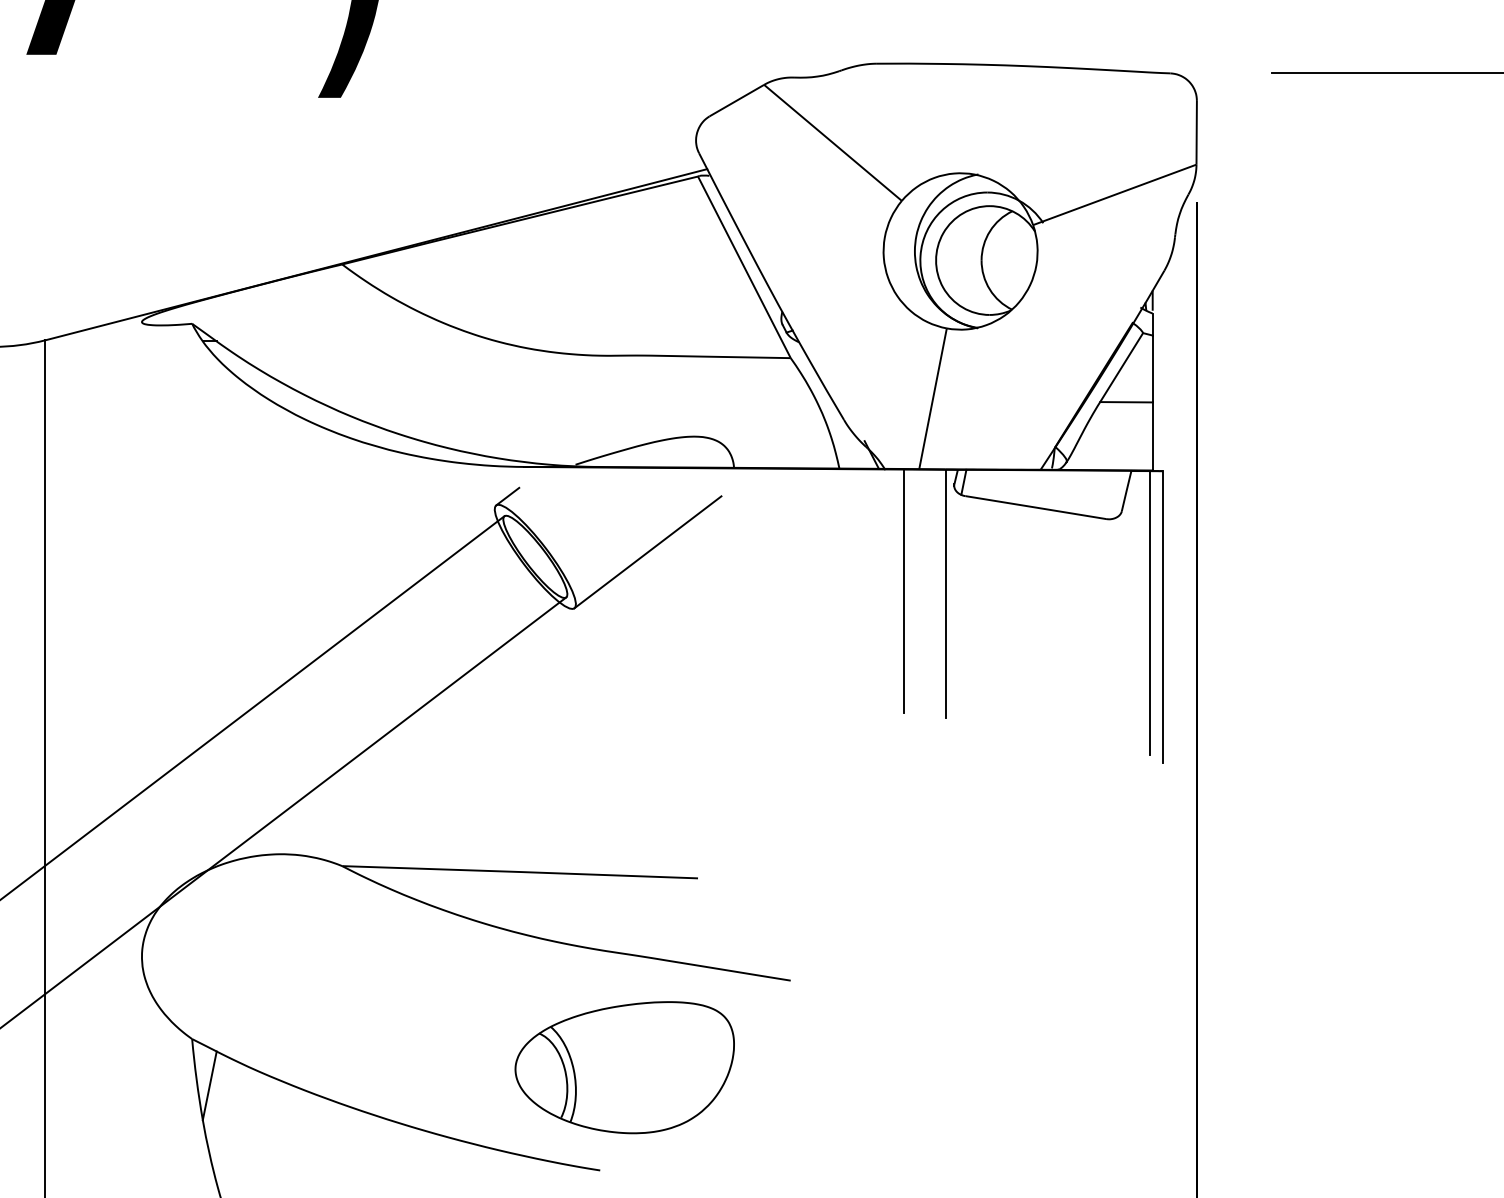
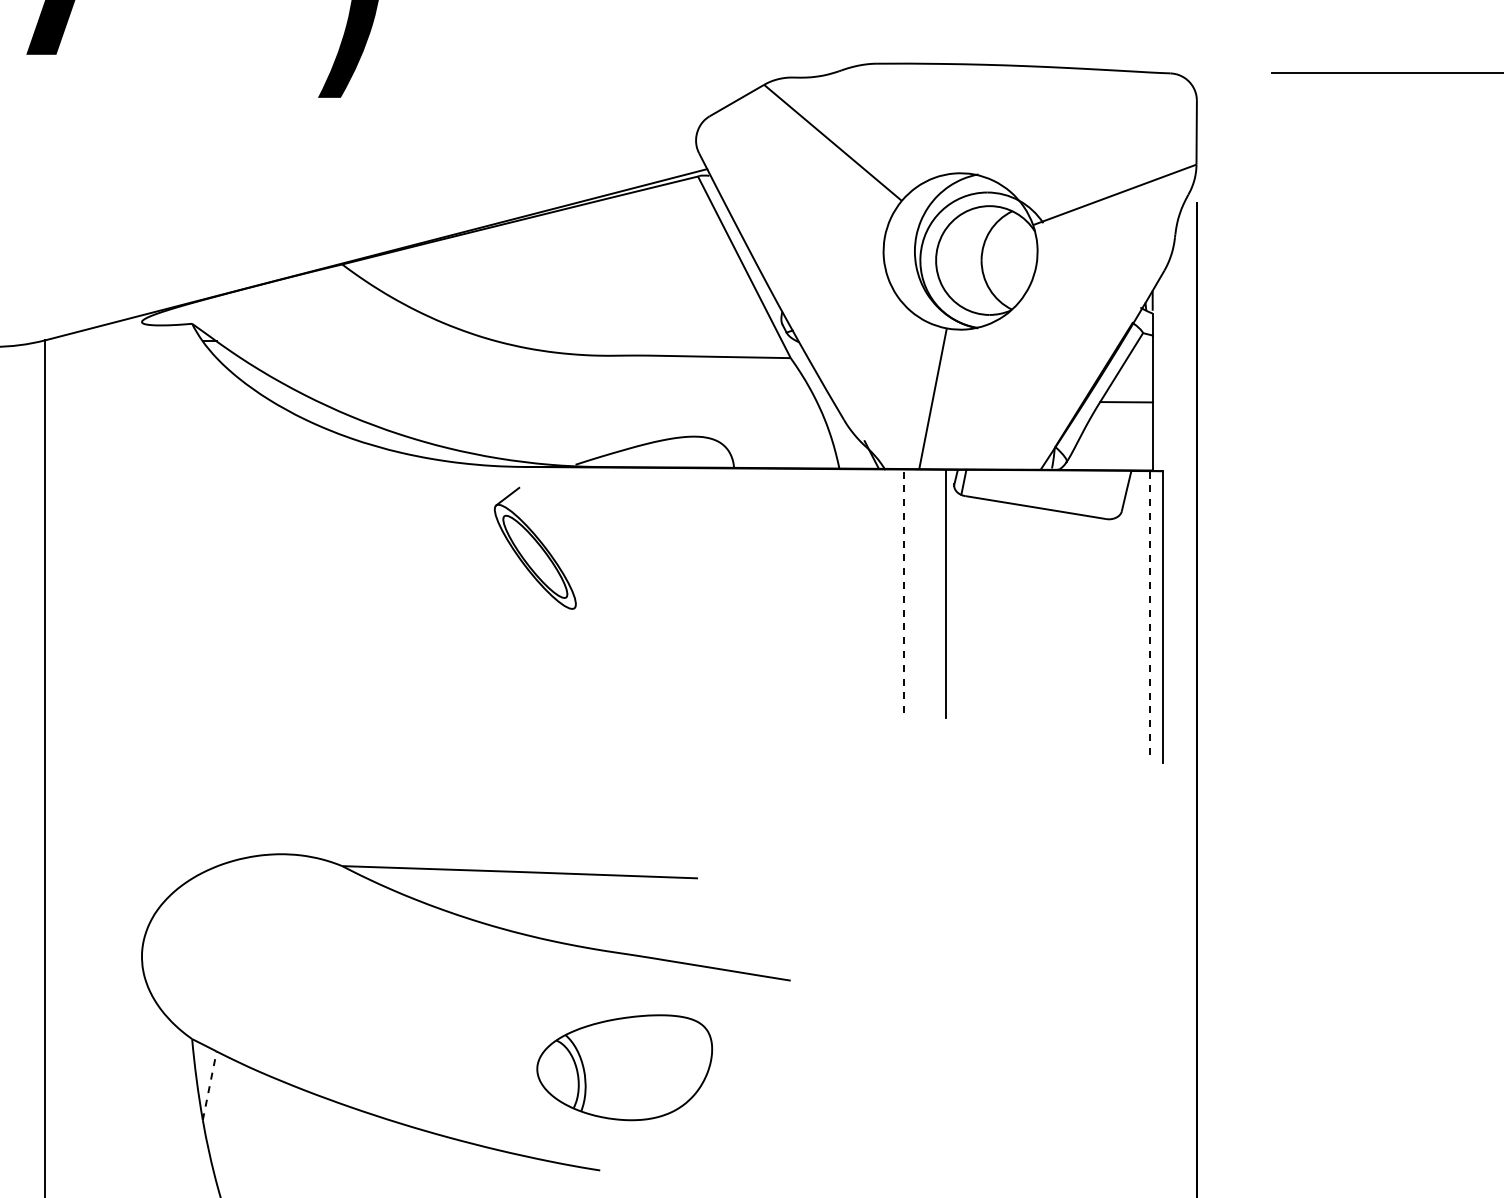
line at (647, 552): present -> none
line at (903, 591): solid -> dashed
line at (1150, 612): solid -> dashed
line at (253, 707): present -> none
line at (284, 811): present -> none
part at (624, 1067) size: 221x134 px -> 178x108 px
line at (209, 1085): solid -> dashed
